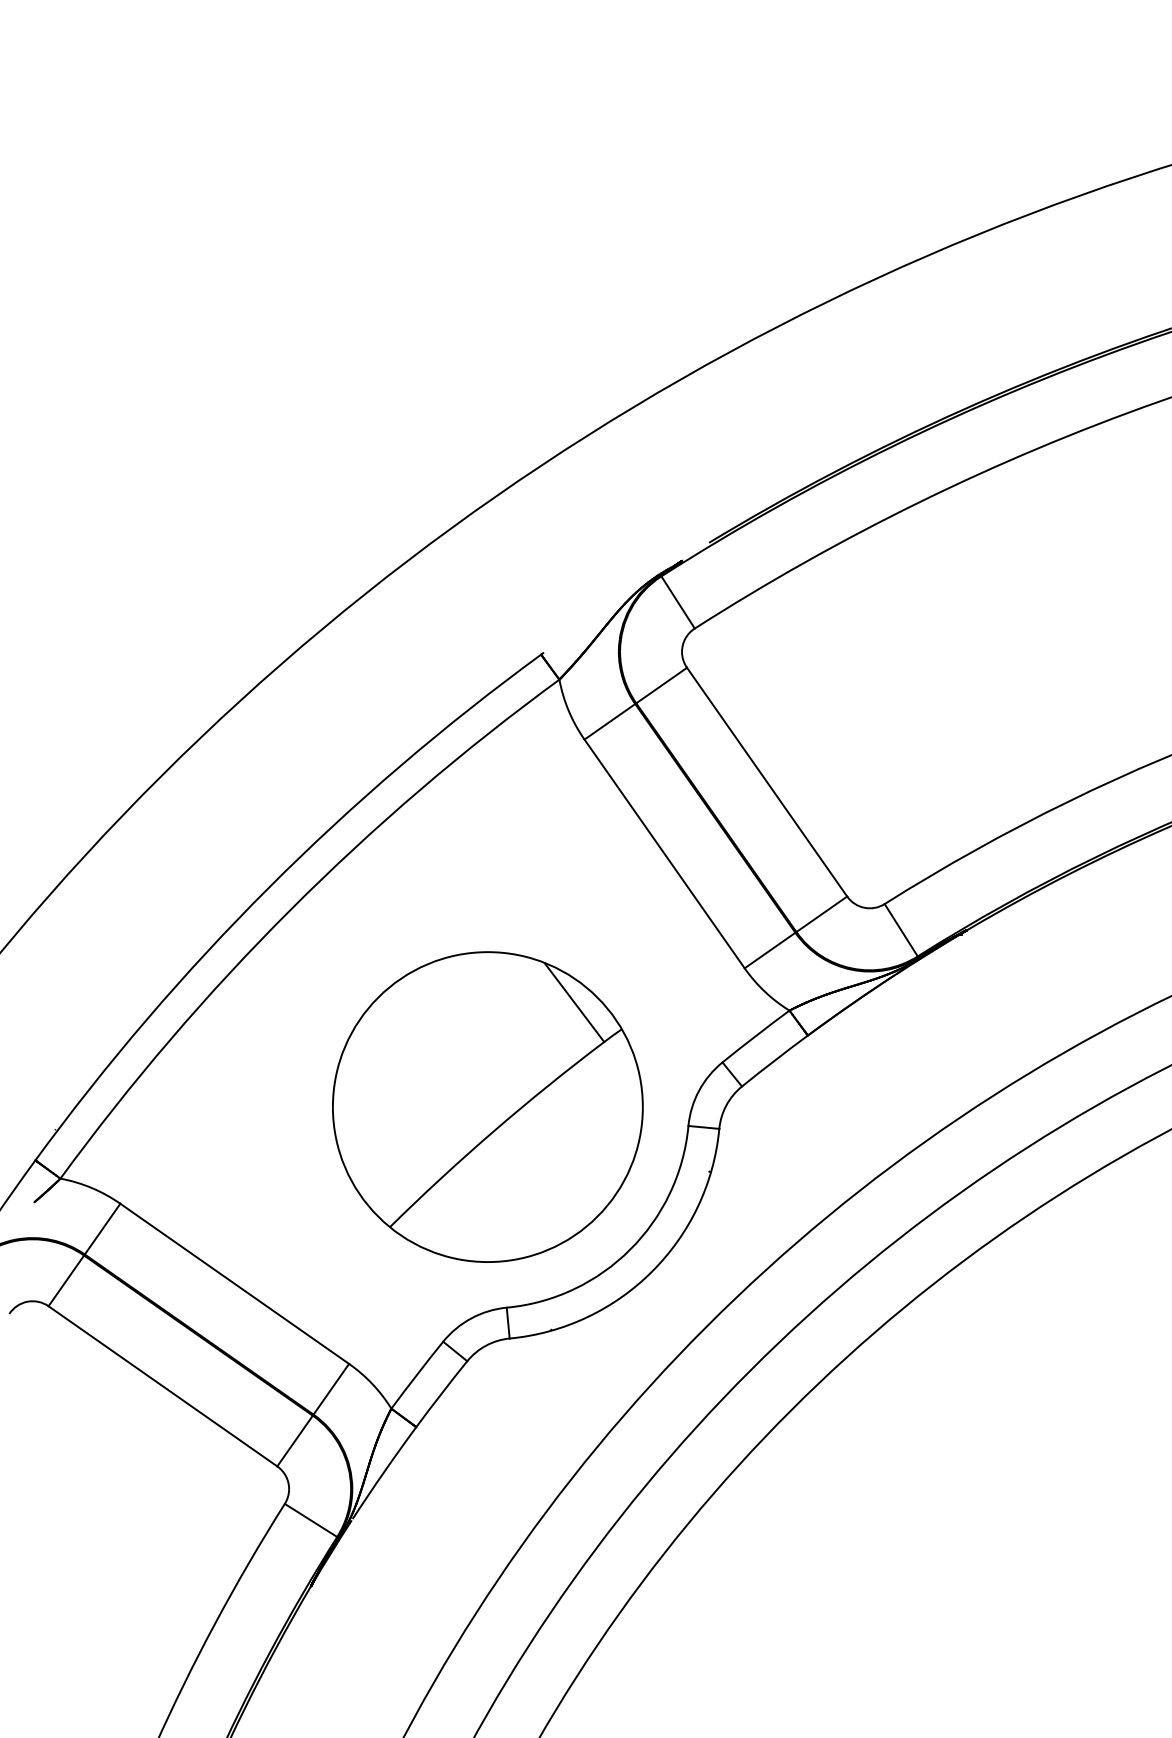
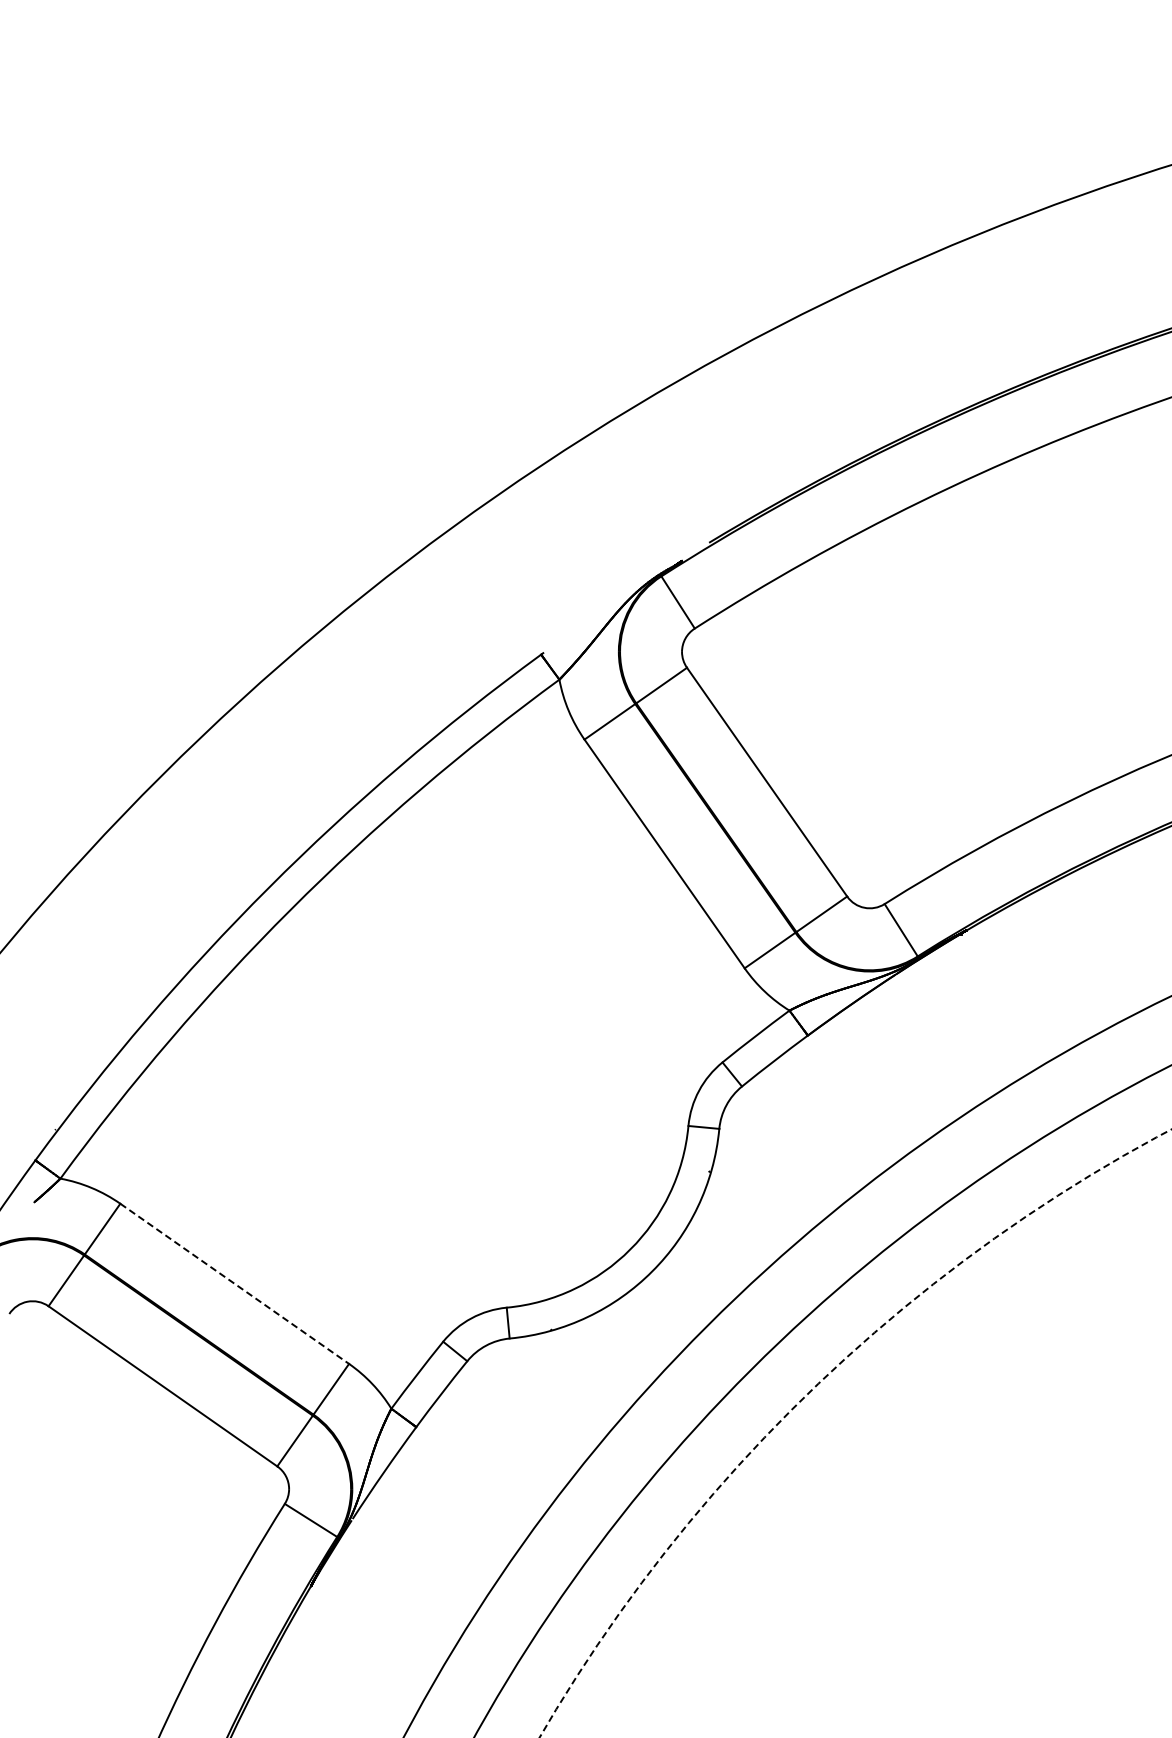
part at (487, 1106): present -> none
line at (234, 1283): solid -> dashed
arc at (812, 1389): solid -> dashed
